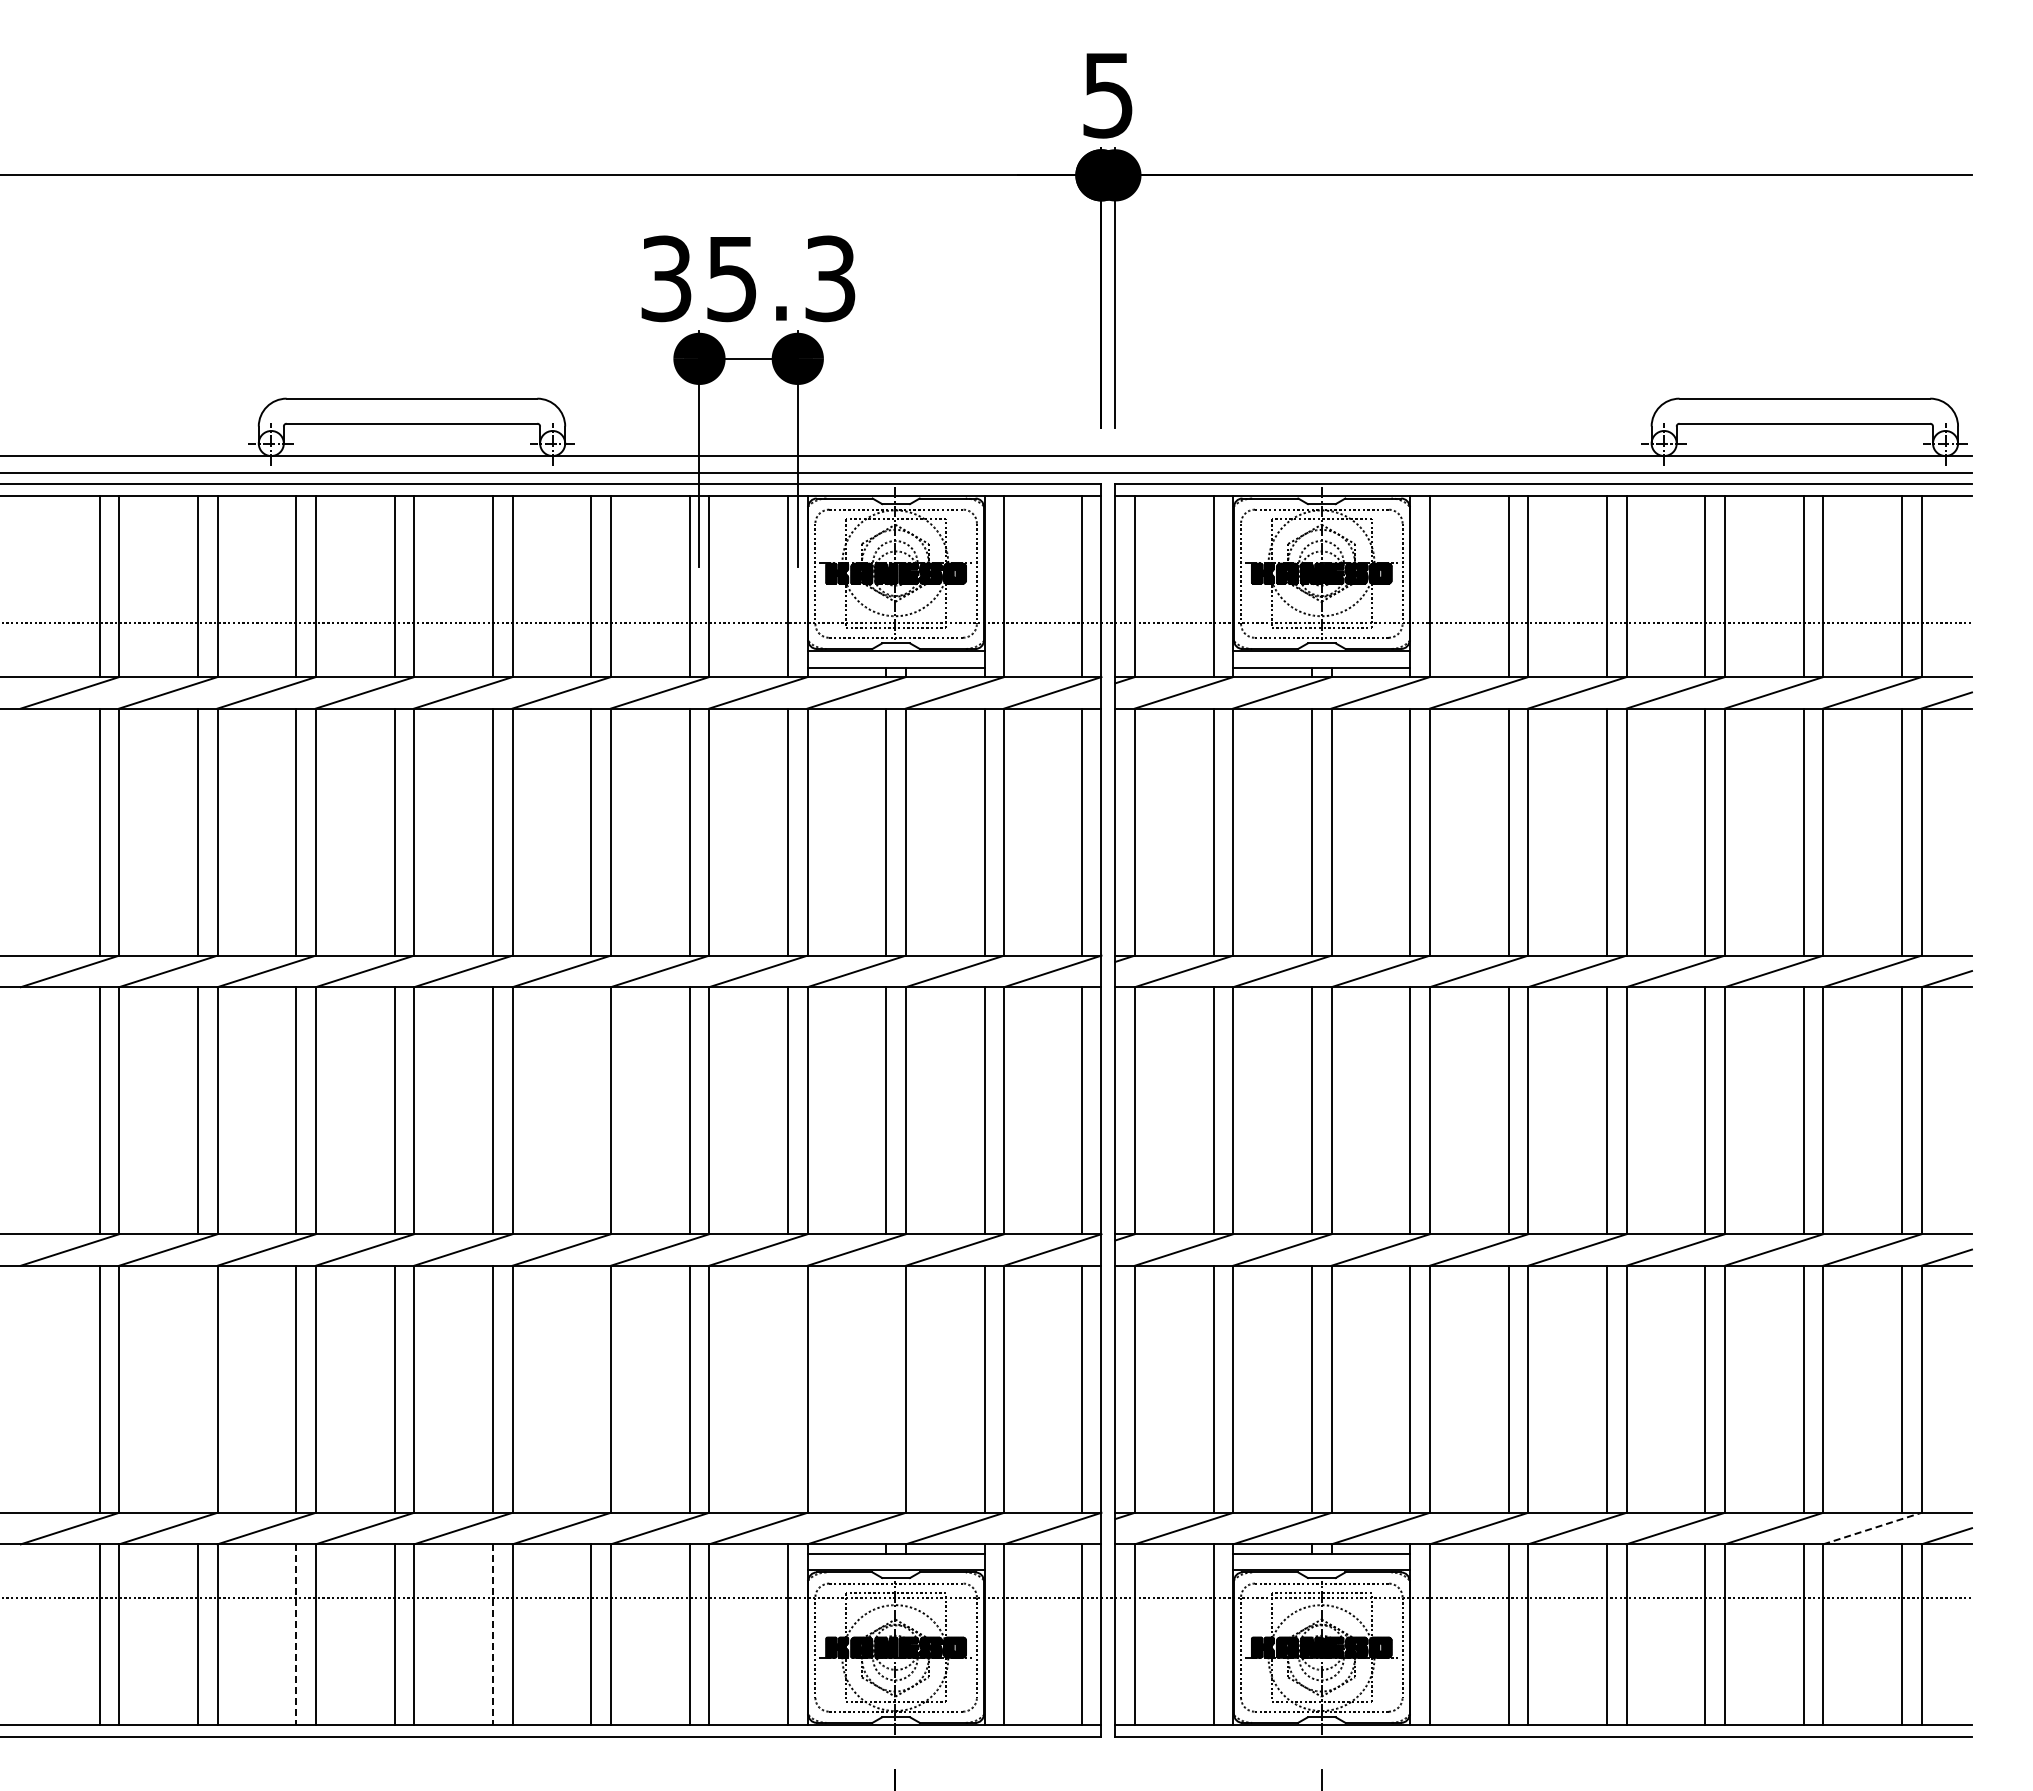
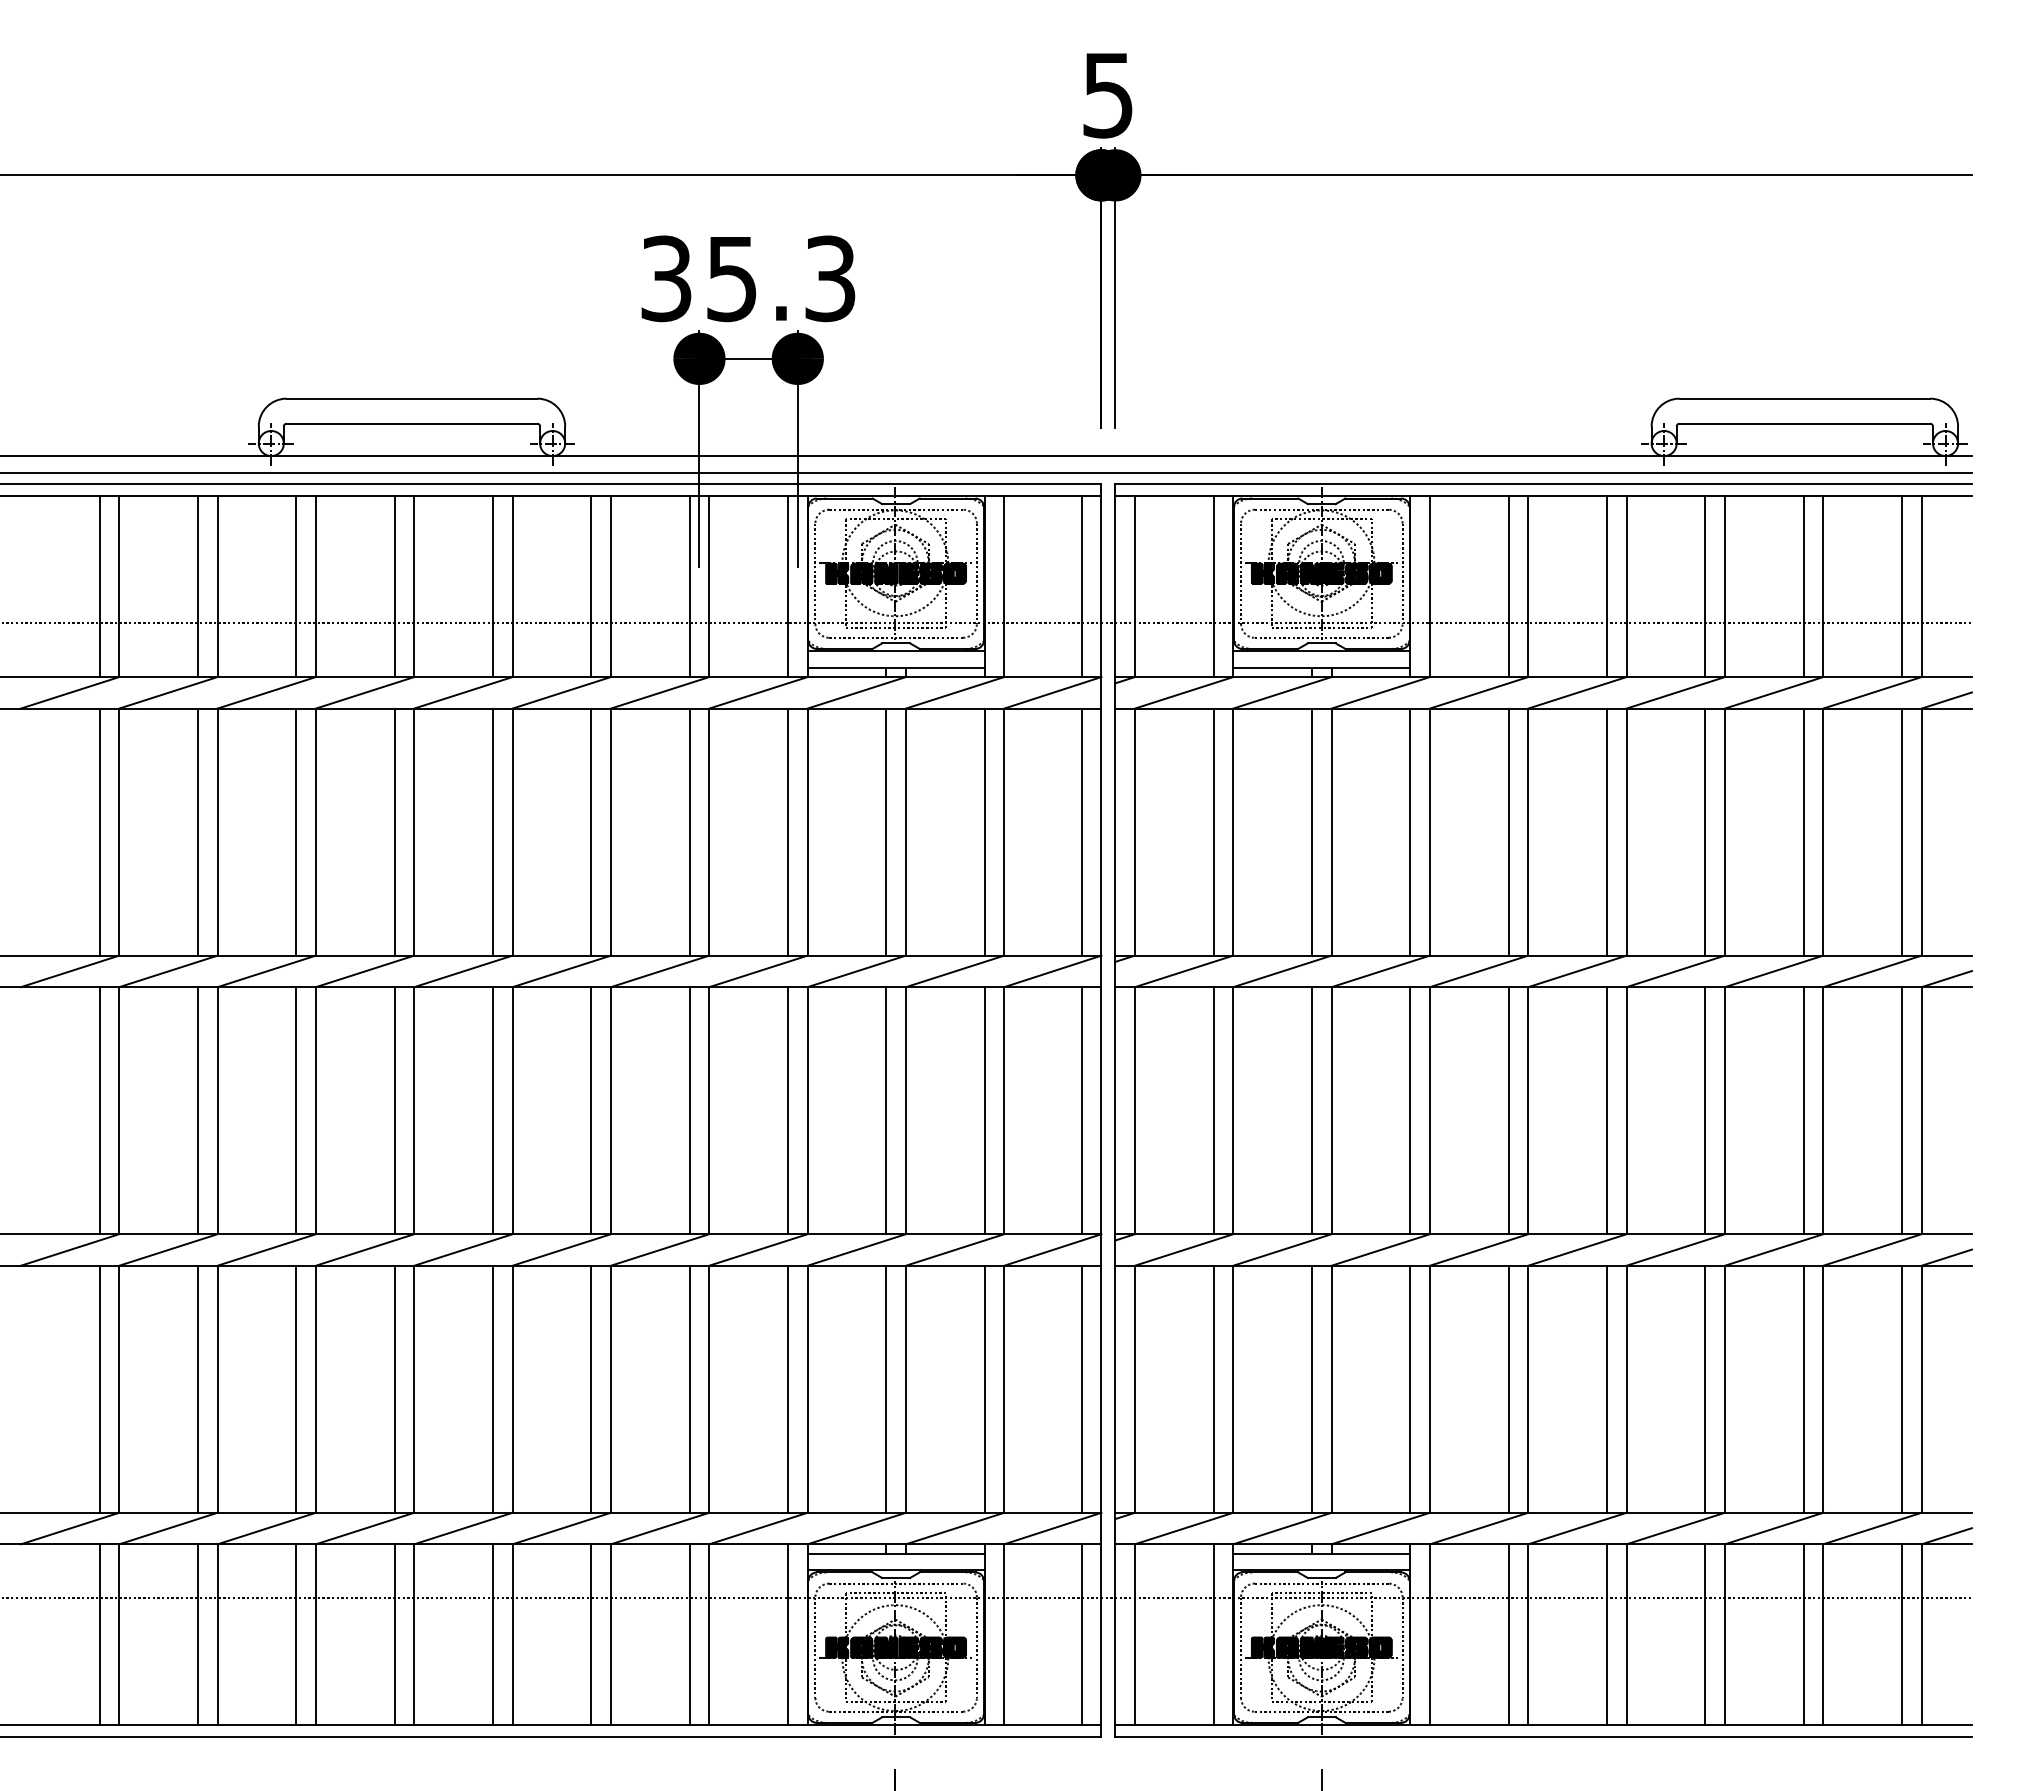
line at (591, 1110): none -> present
line at (198, 1388): none -> present
line at (591, 1388): none -> present
line at (788, 1388): none -> present
line at (886, 1388): none -> present
line at (1872, 1528): dashed -> solid
line at (296, 1635): dashed -> solid
line at (493, 1635): dashed -> solid
